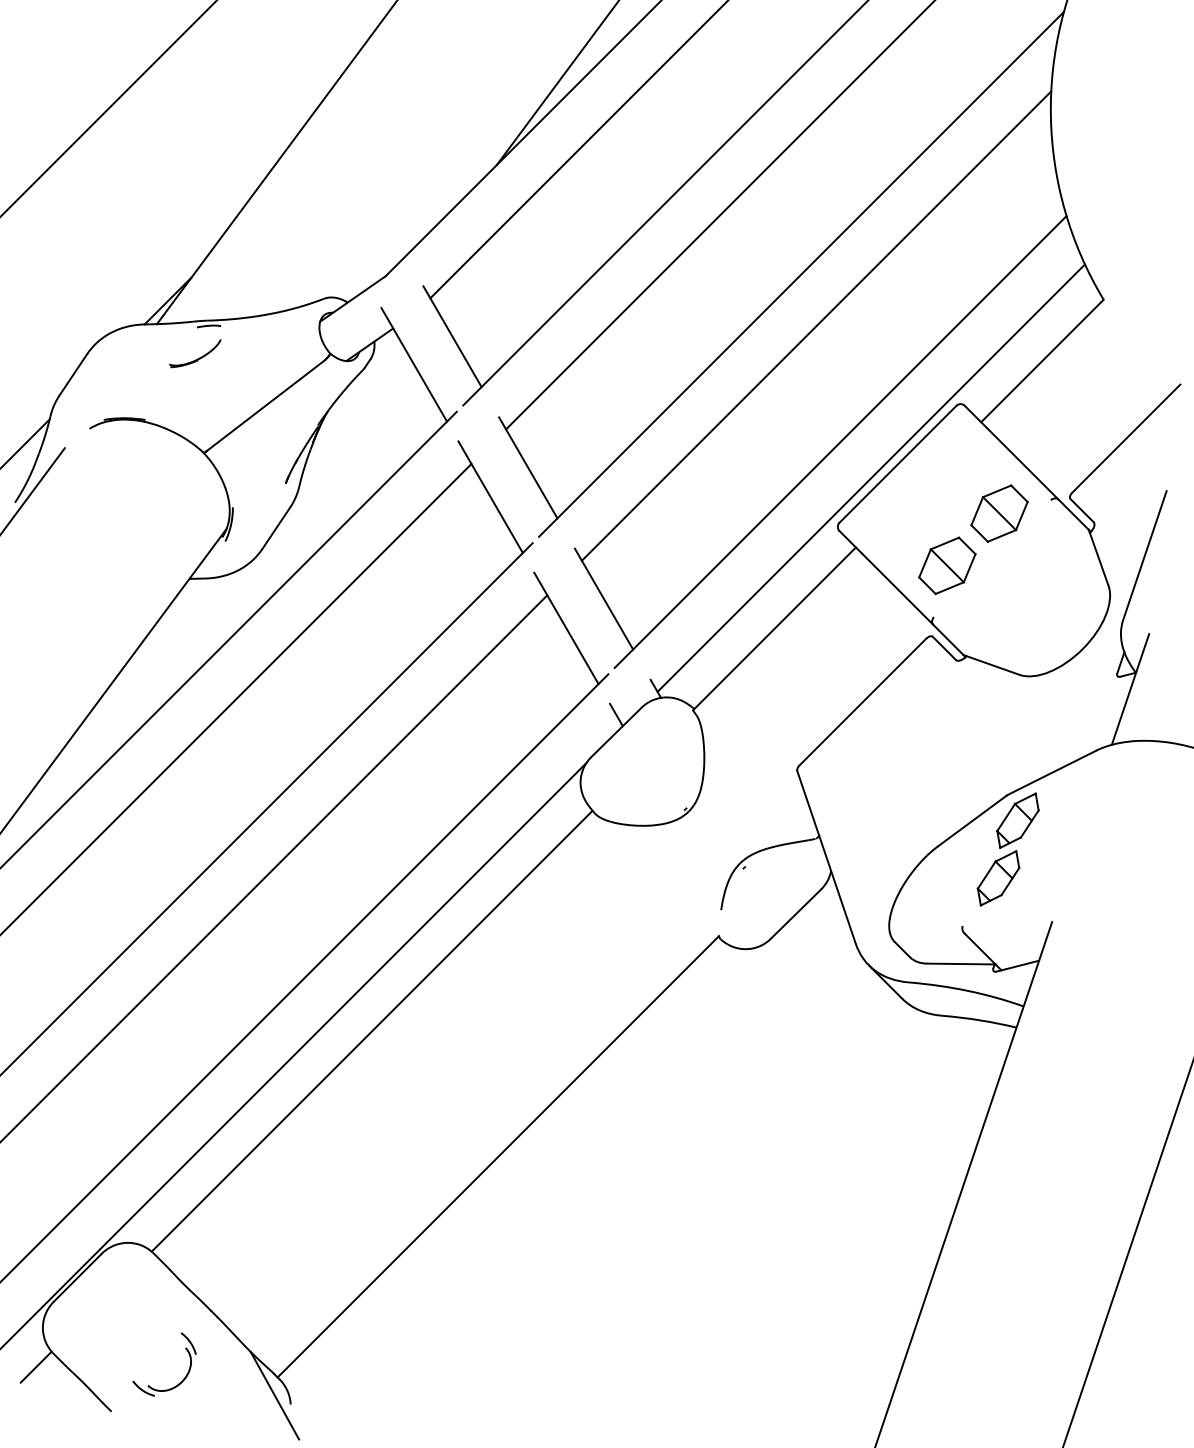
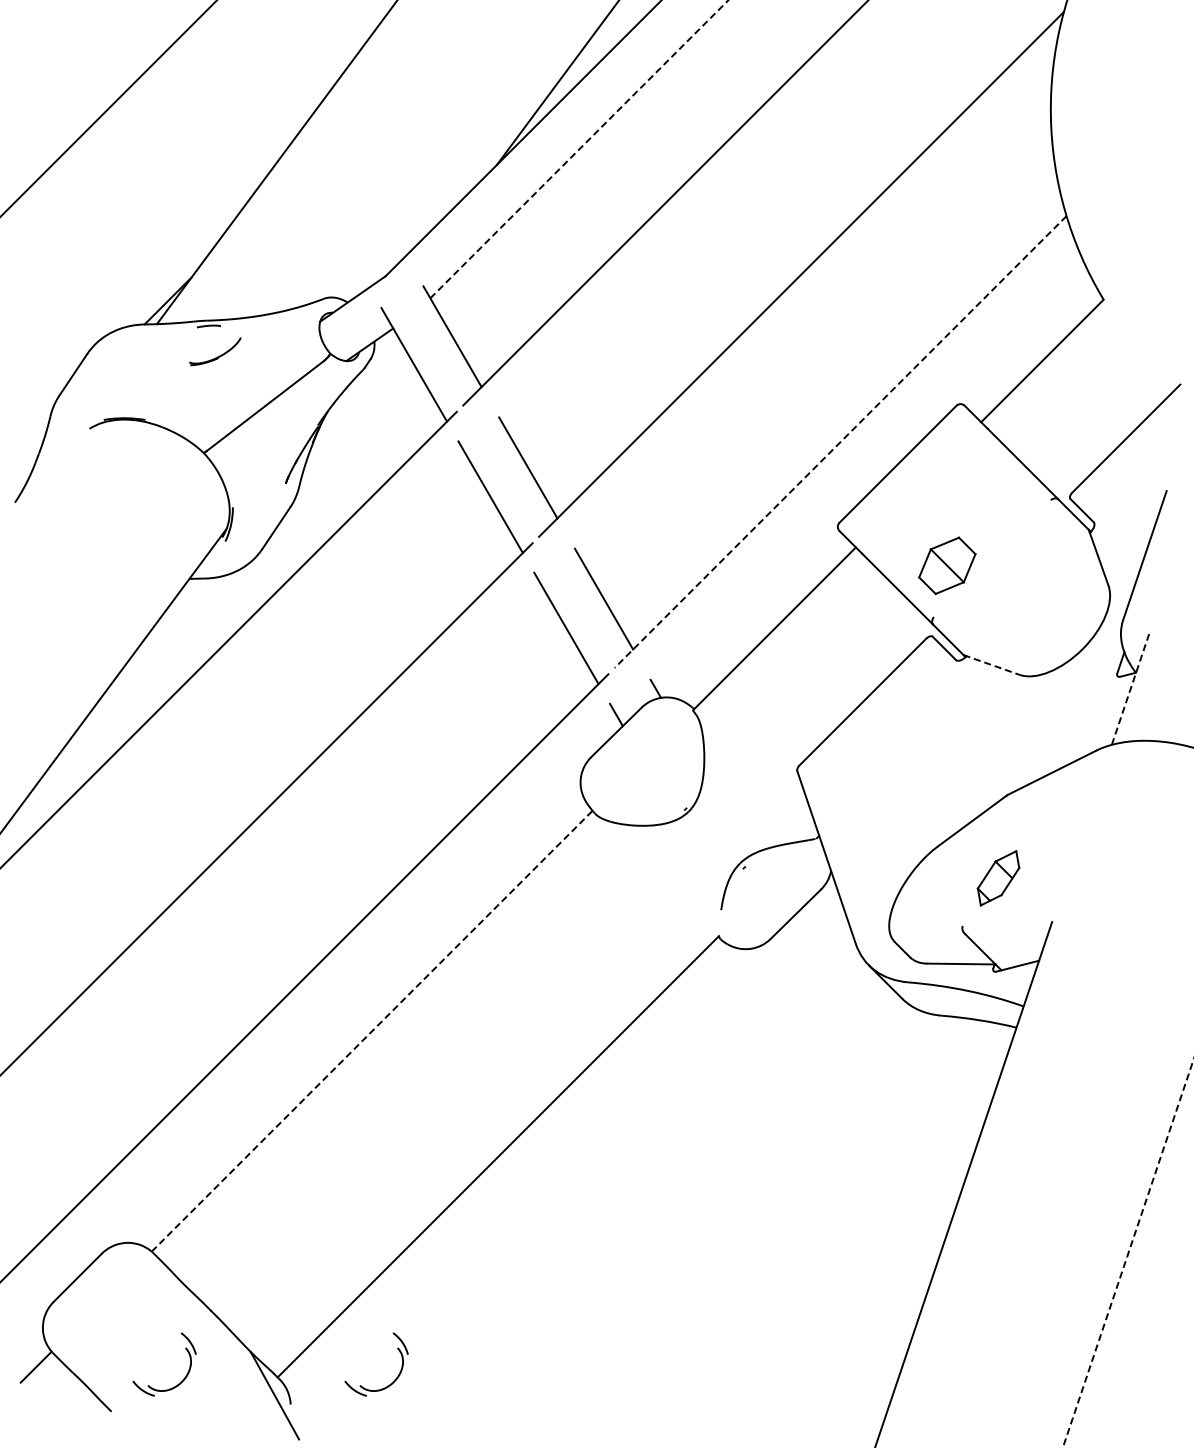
line at (579, 149): solid -> dashed
line at (719, 215): present -> none
line at (816, 325): present -> none
part at (195, 353) position: (195, 353) -> (215, 351)
line at (25, 442): present -> none
line at (840, 442): solid -> dashed
line at (870, 477): present -> none
line at (33, 490): present -> none
part at (999, 513): present -> none
line at (991, 665): solid -> dashed
line at (1130, 688): solid -> dashed
line at (236, 698): present -> none
part at (1017, 820): present -> none
line at (274, 867): present -> none
line at (372, 1031): solid -> dashed
line at (294, 1055): present -> none
line at (1128, 1253): solid -> dashed
part at (394, 1379): none -> present
